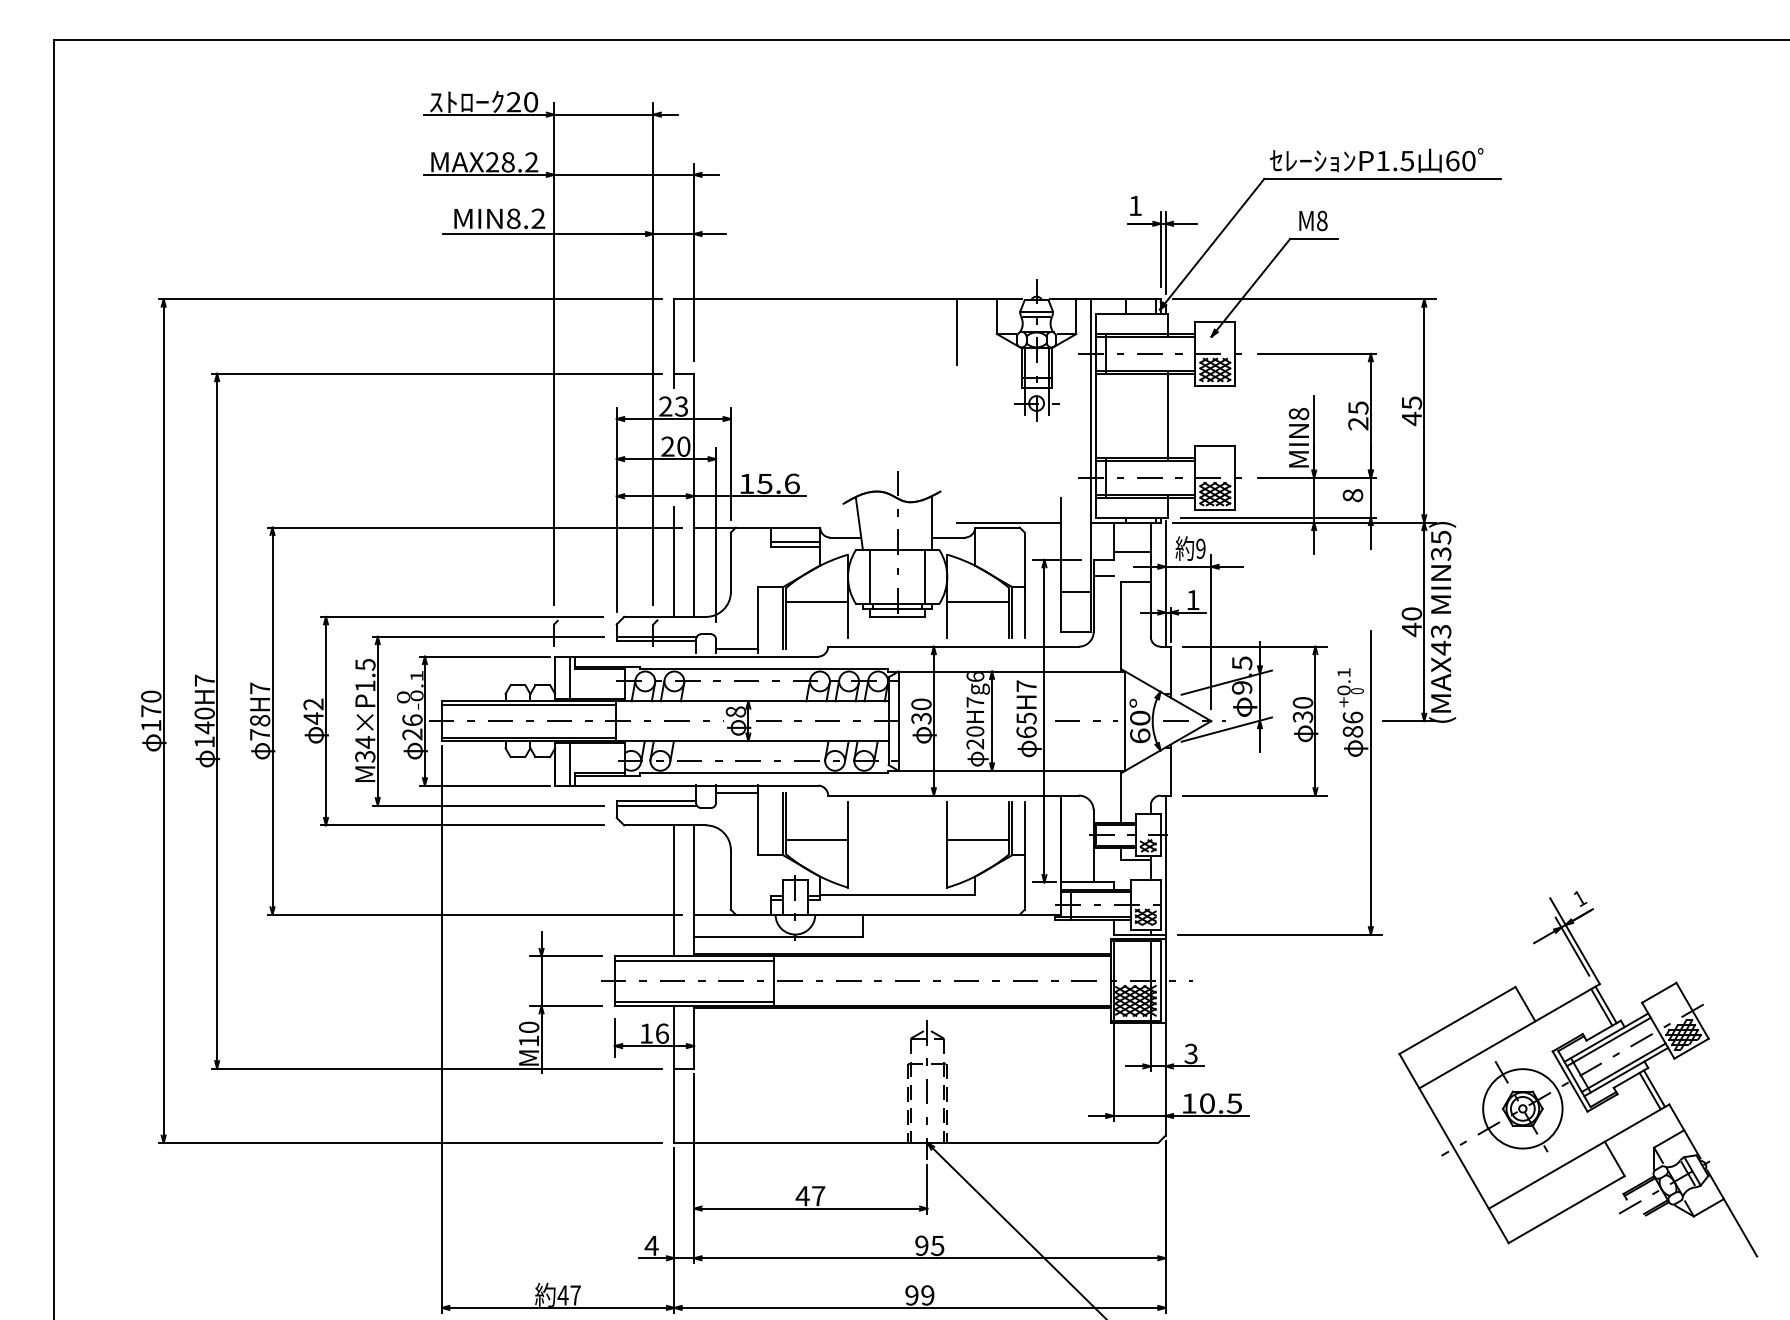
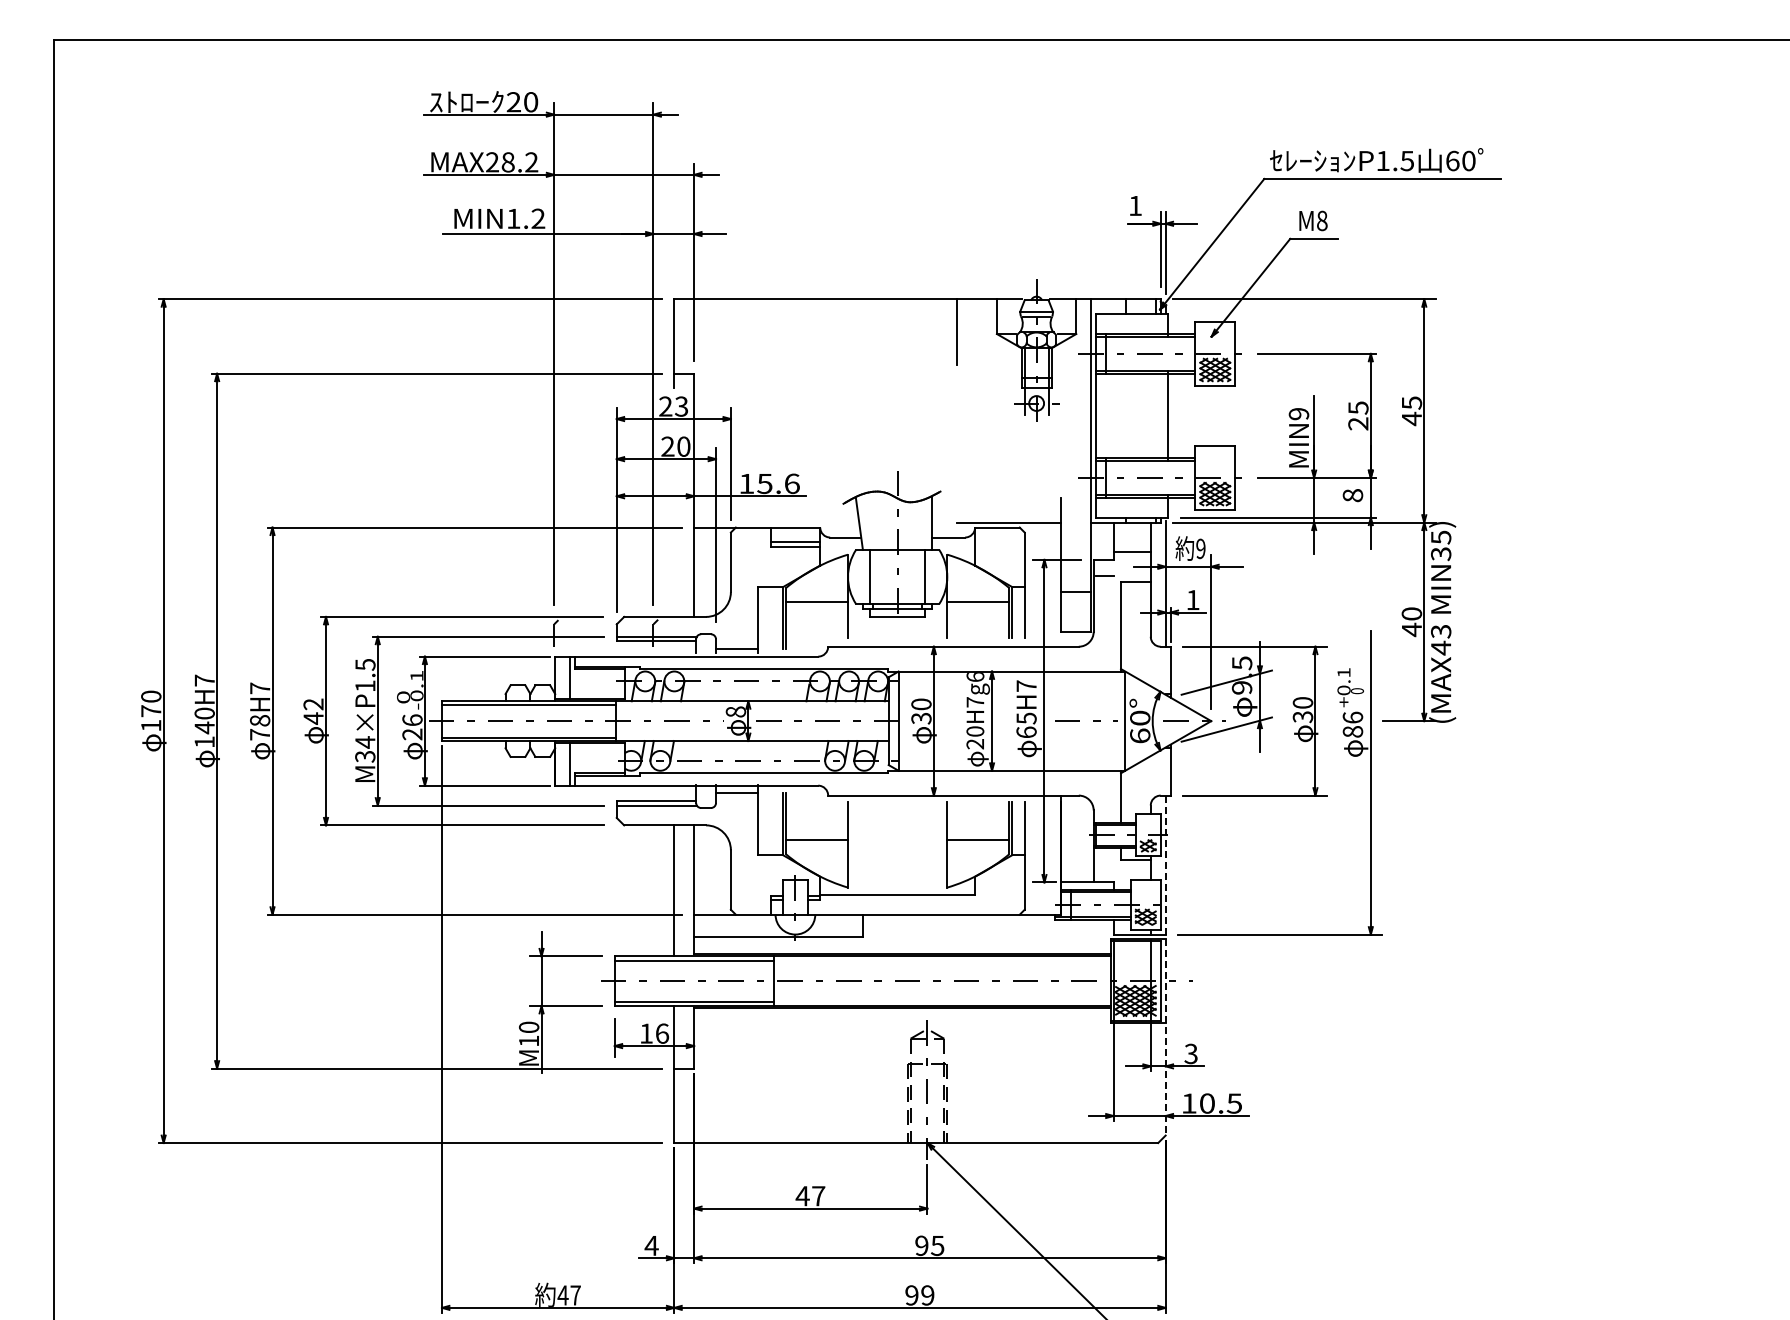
text at (513, 218): MIN8.2 -> MIN1.2
text at (1298, 413): MIN8 -> MIN9
line at (674, 561): present -> none
line at (1165, 965): solid -> dashed
part at (1578, 1074): present -> none
